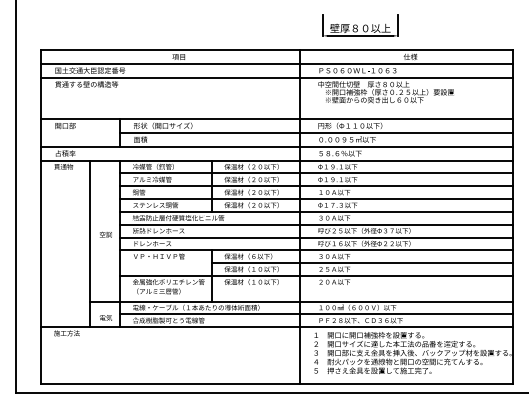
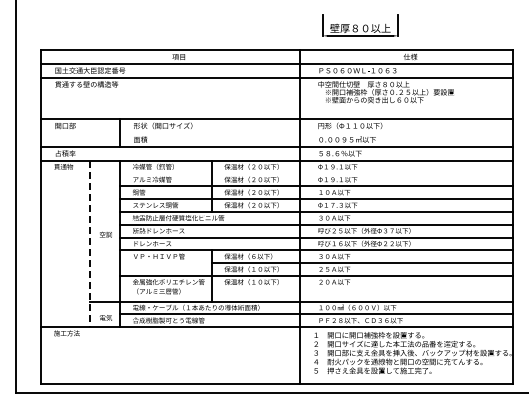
line at (316, 133): present -> none
line at (316, 173): present -> none
line at (89, 244): solid -> dashed
